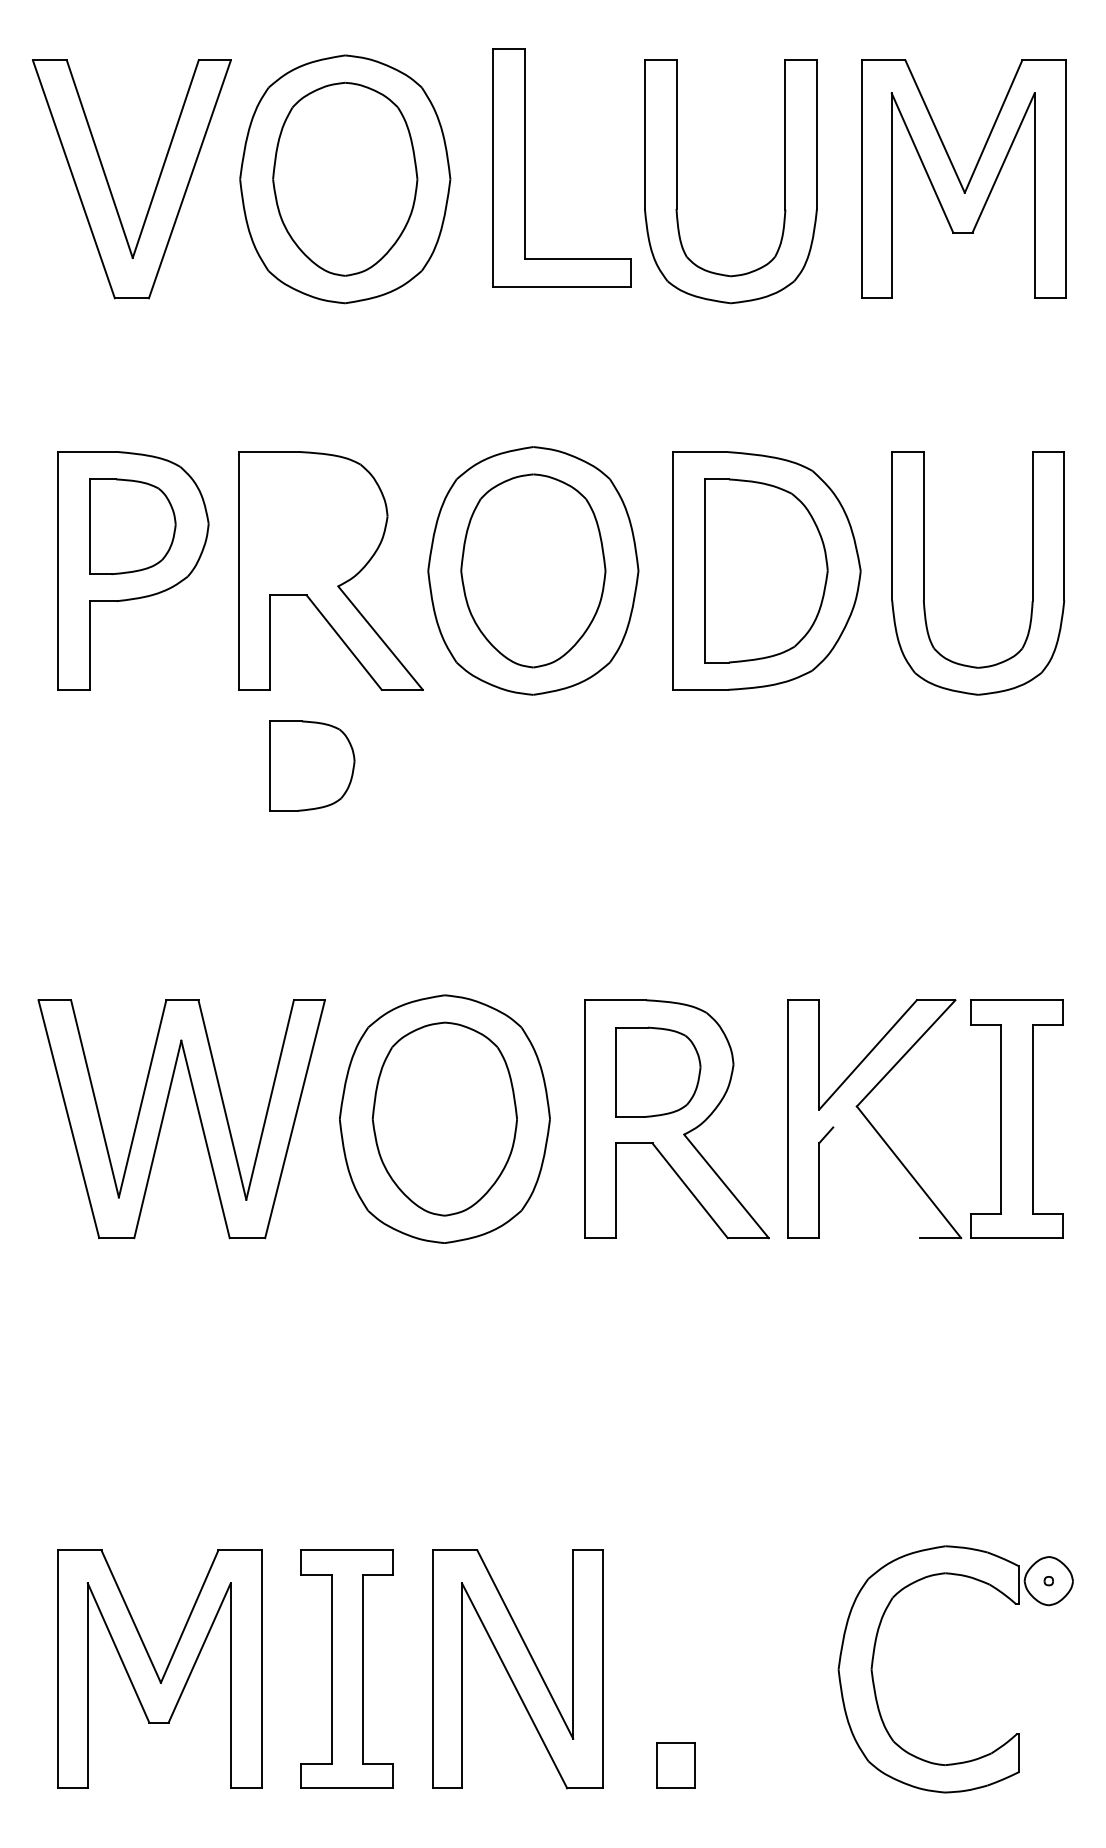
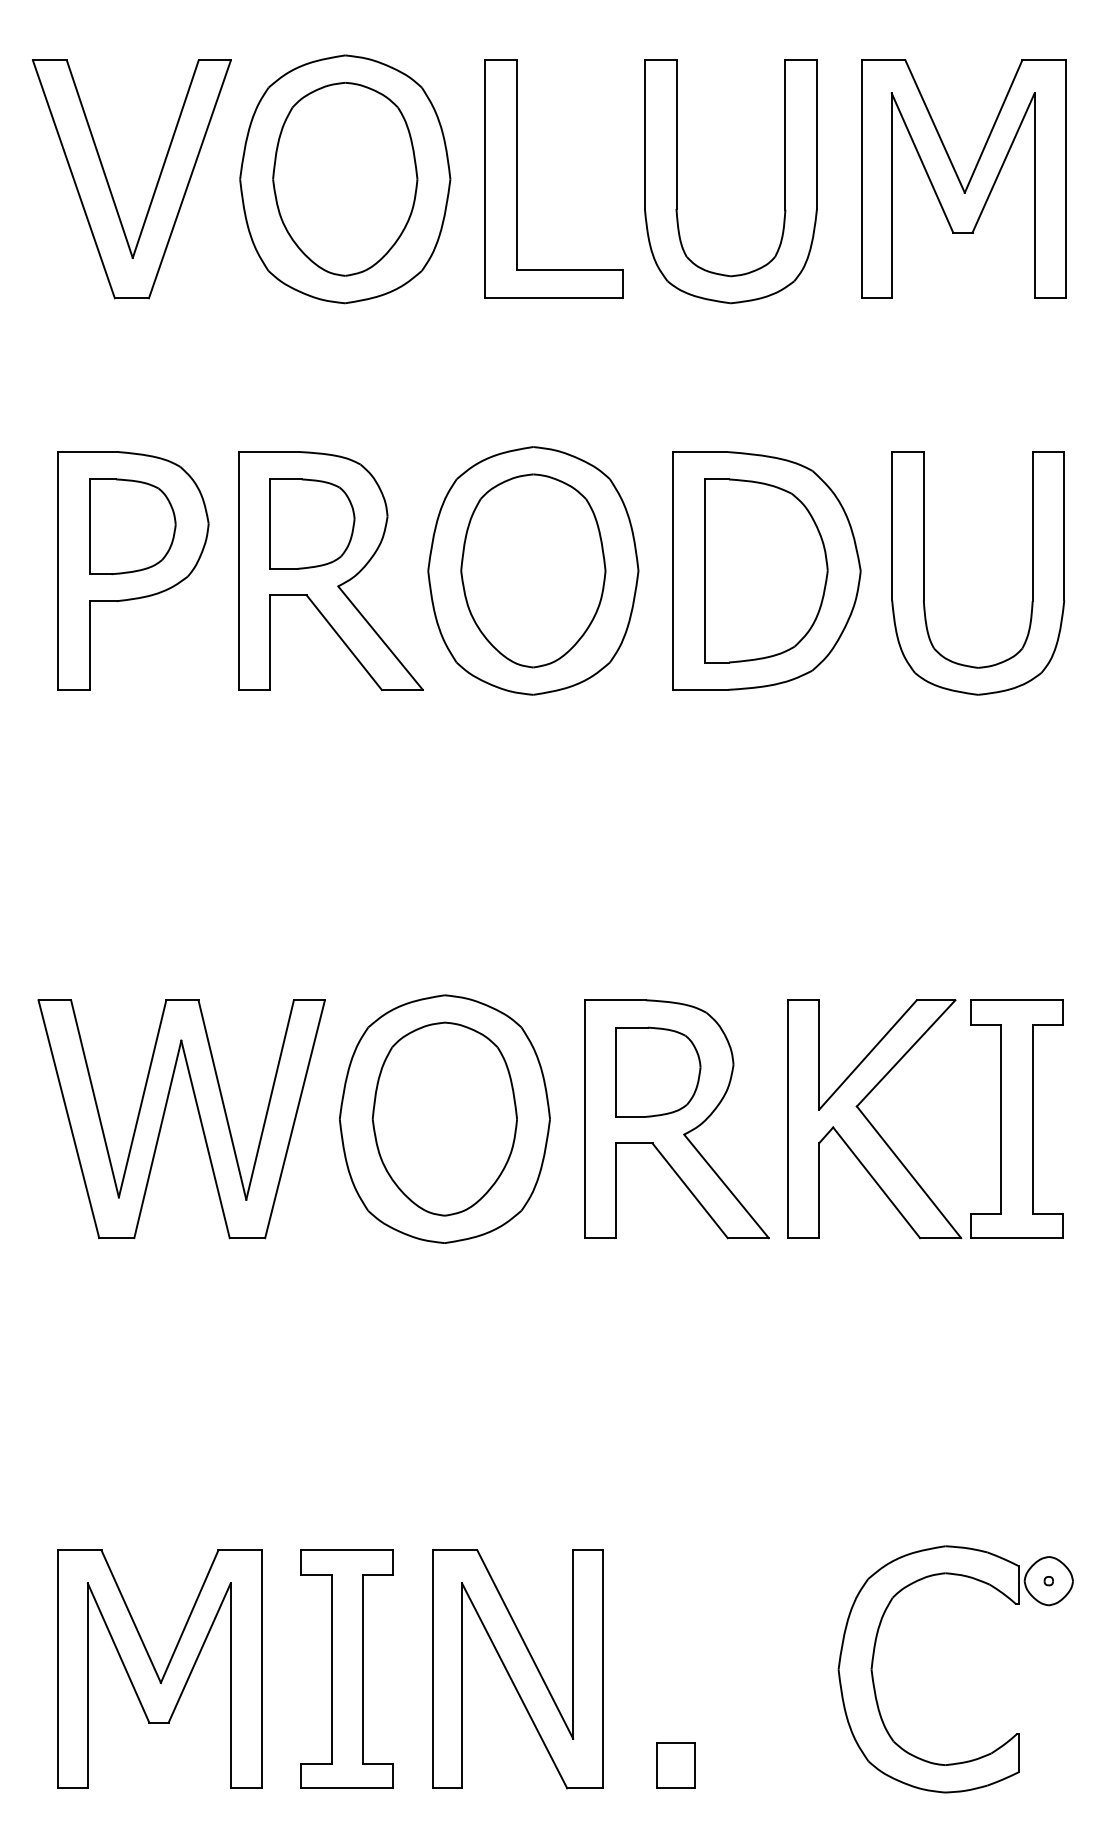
part at (525, 167) position: (525, 167) -> (517, 178)
part at (312, 765) position: (312, 765) -> (312, 523)
line at (876, 1182): none -> present
